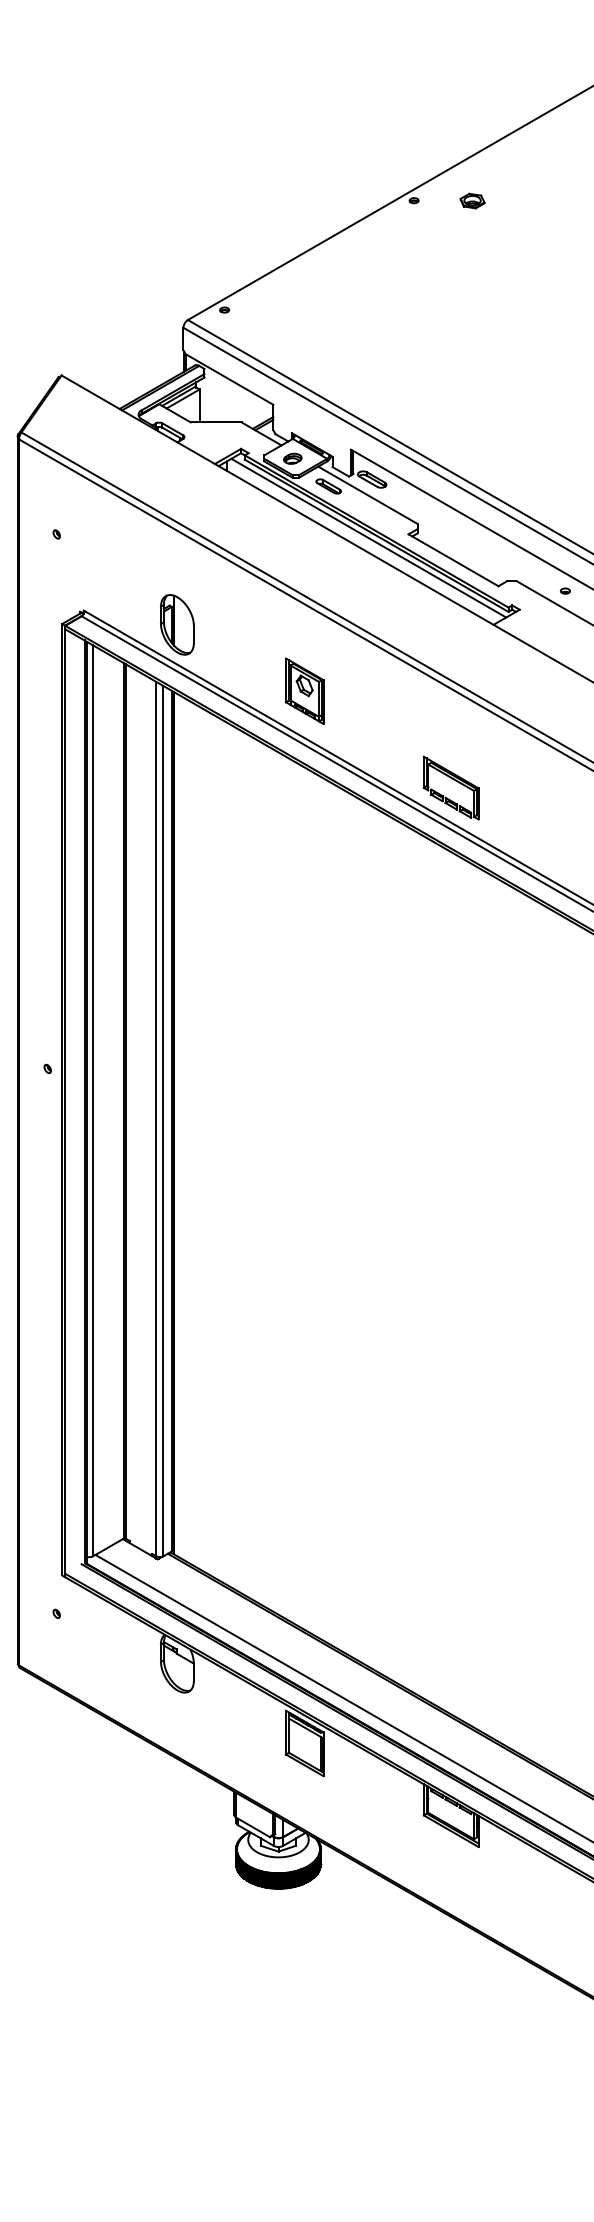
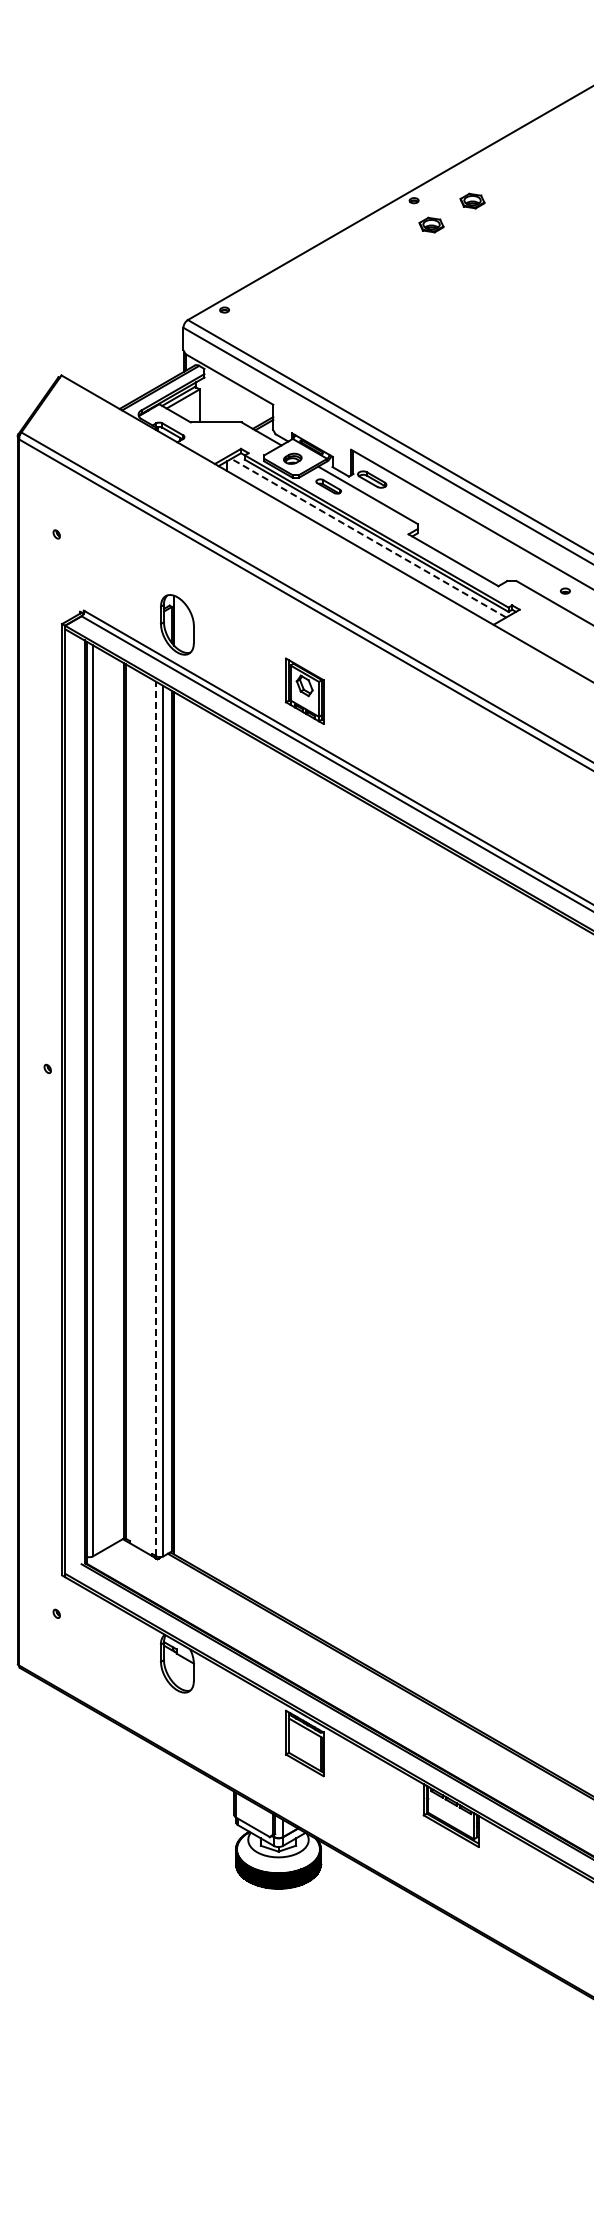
part at (431, 224): none -> present
line at (368, 538): solid -> dashed
part at (450, 787): present -> none
line at (156, 1118): solid -> dashed
line at (342, 1697): present -> none
